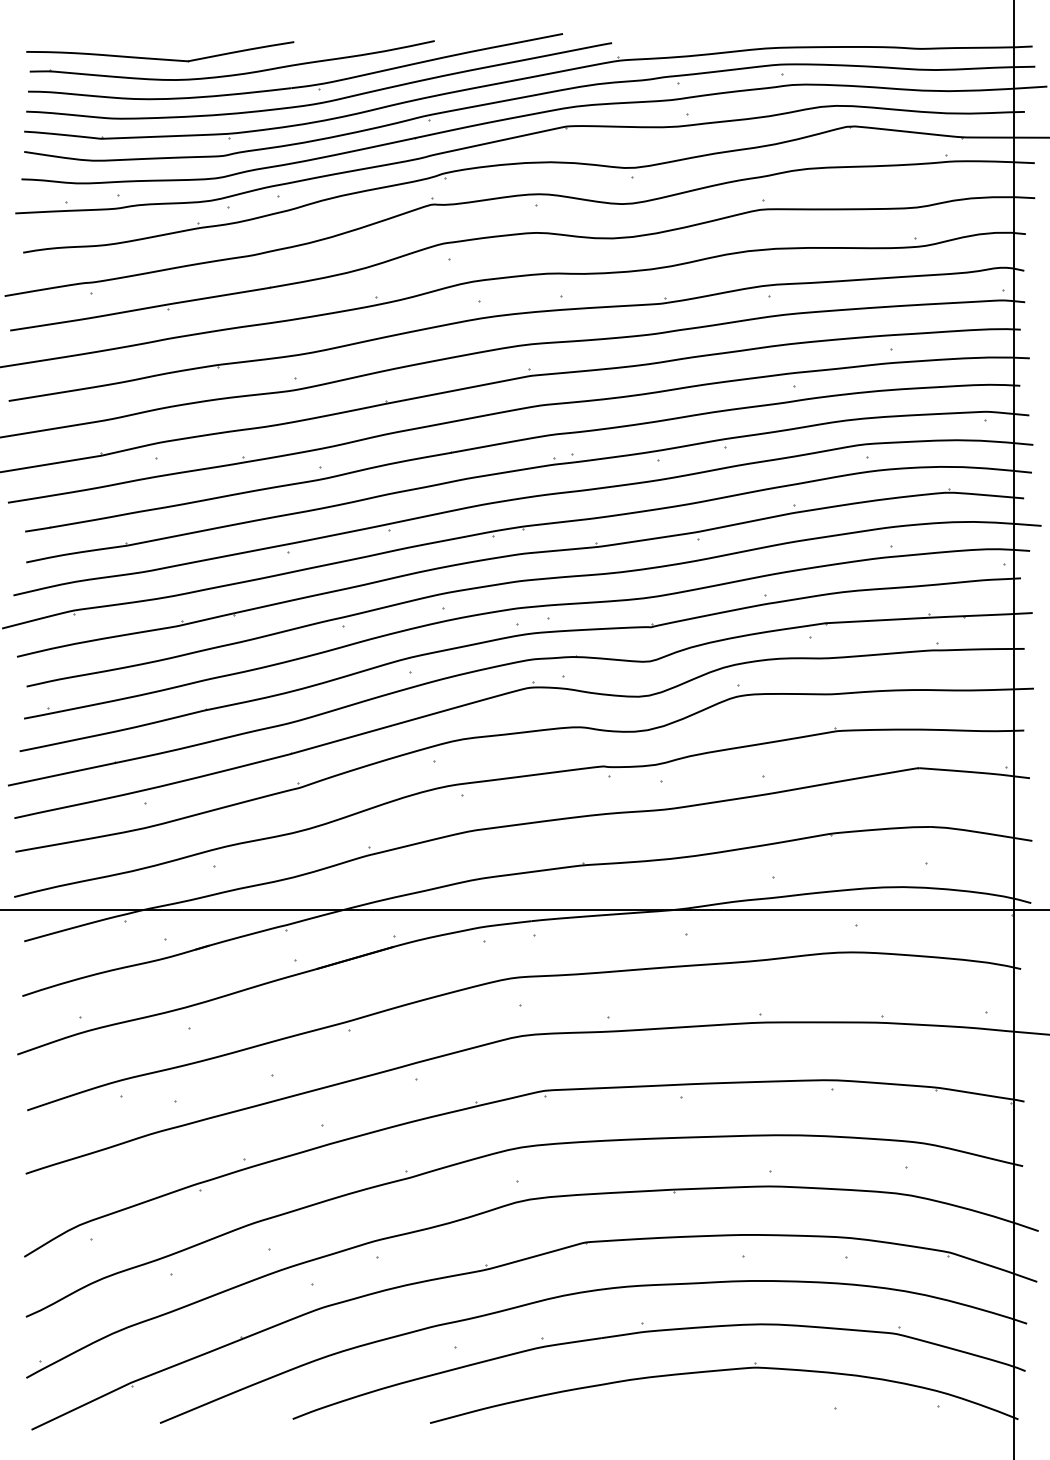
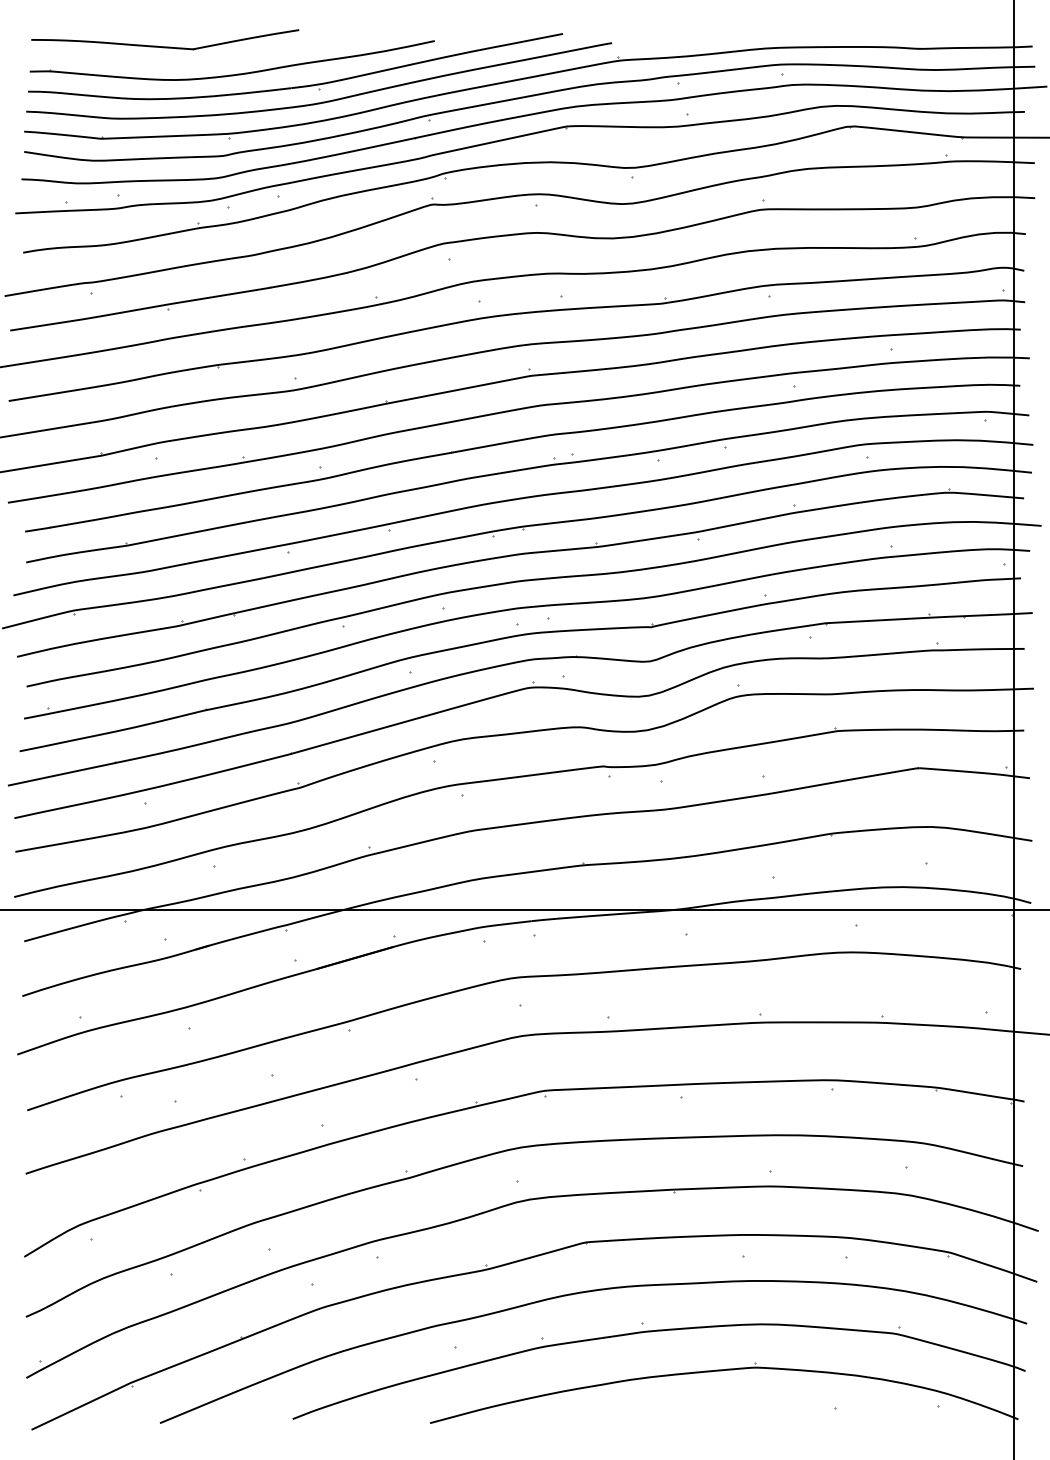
part at (160, 58) position: (160, 58) -> (165, 46)
